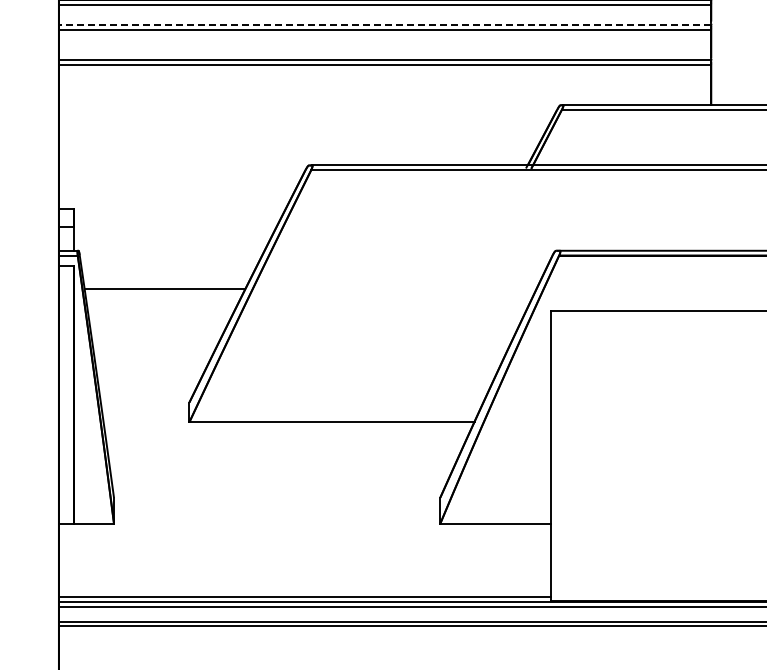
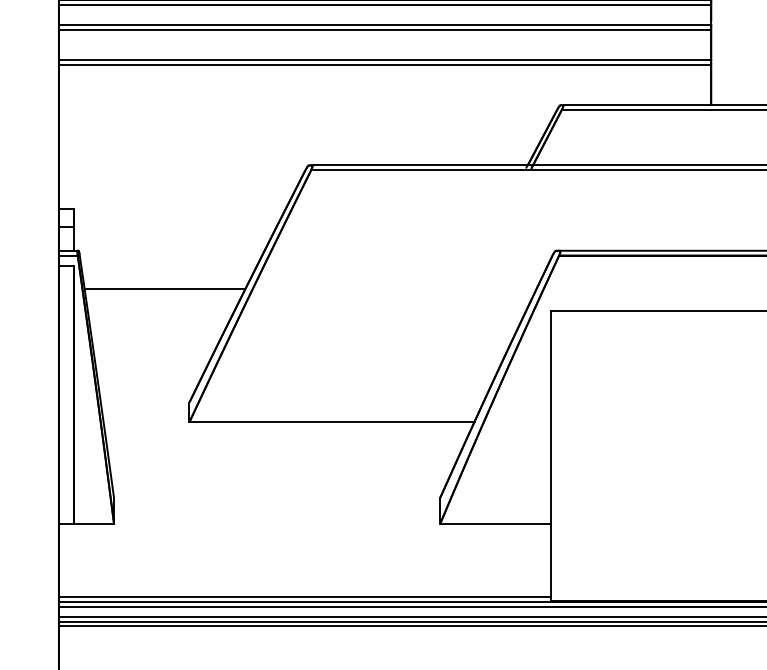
line at (384, 24): dashed -> solid
line at (410, 617): none -> present
